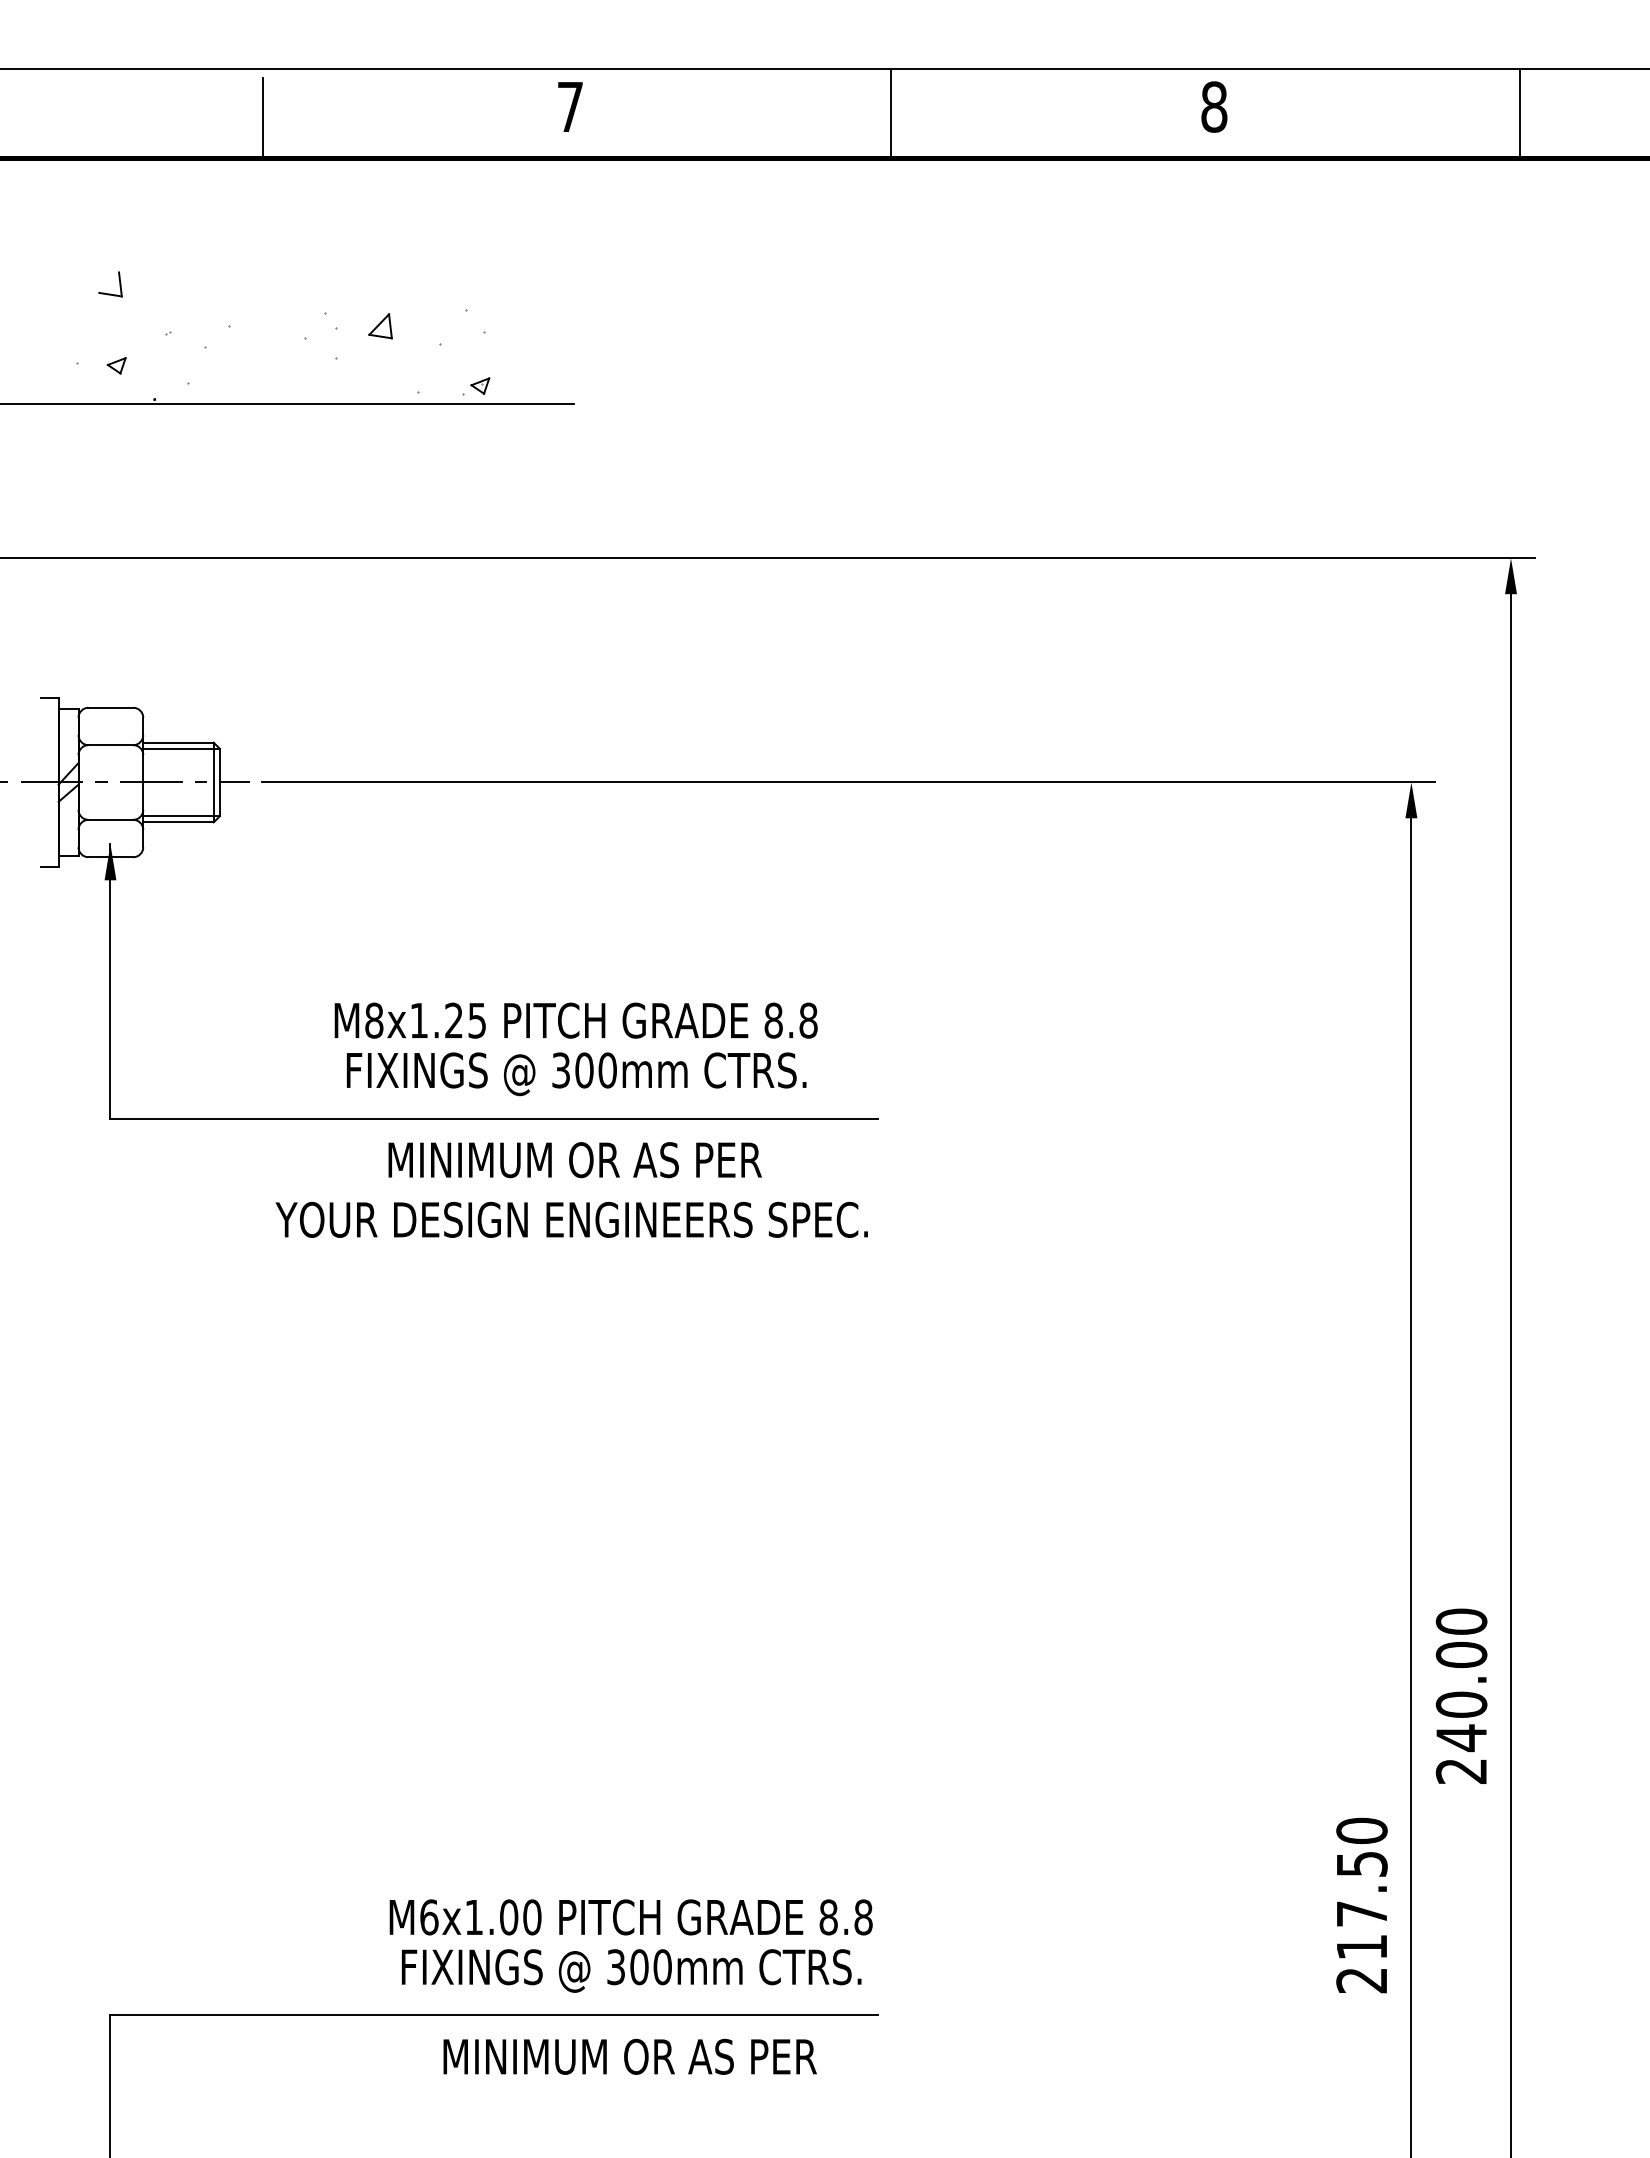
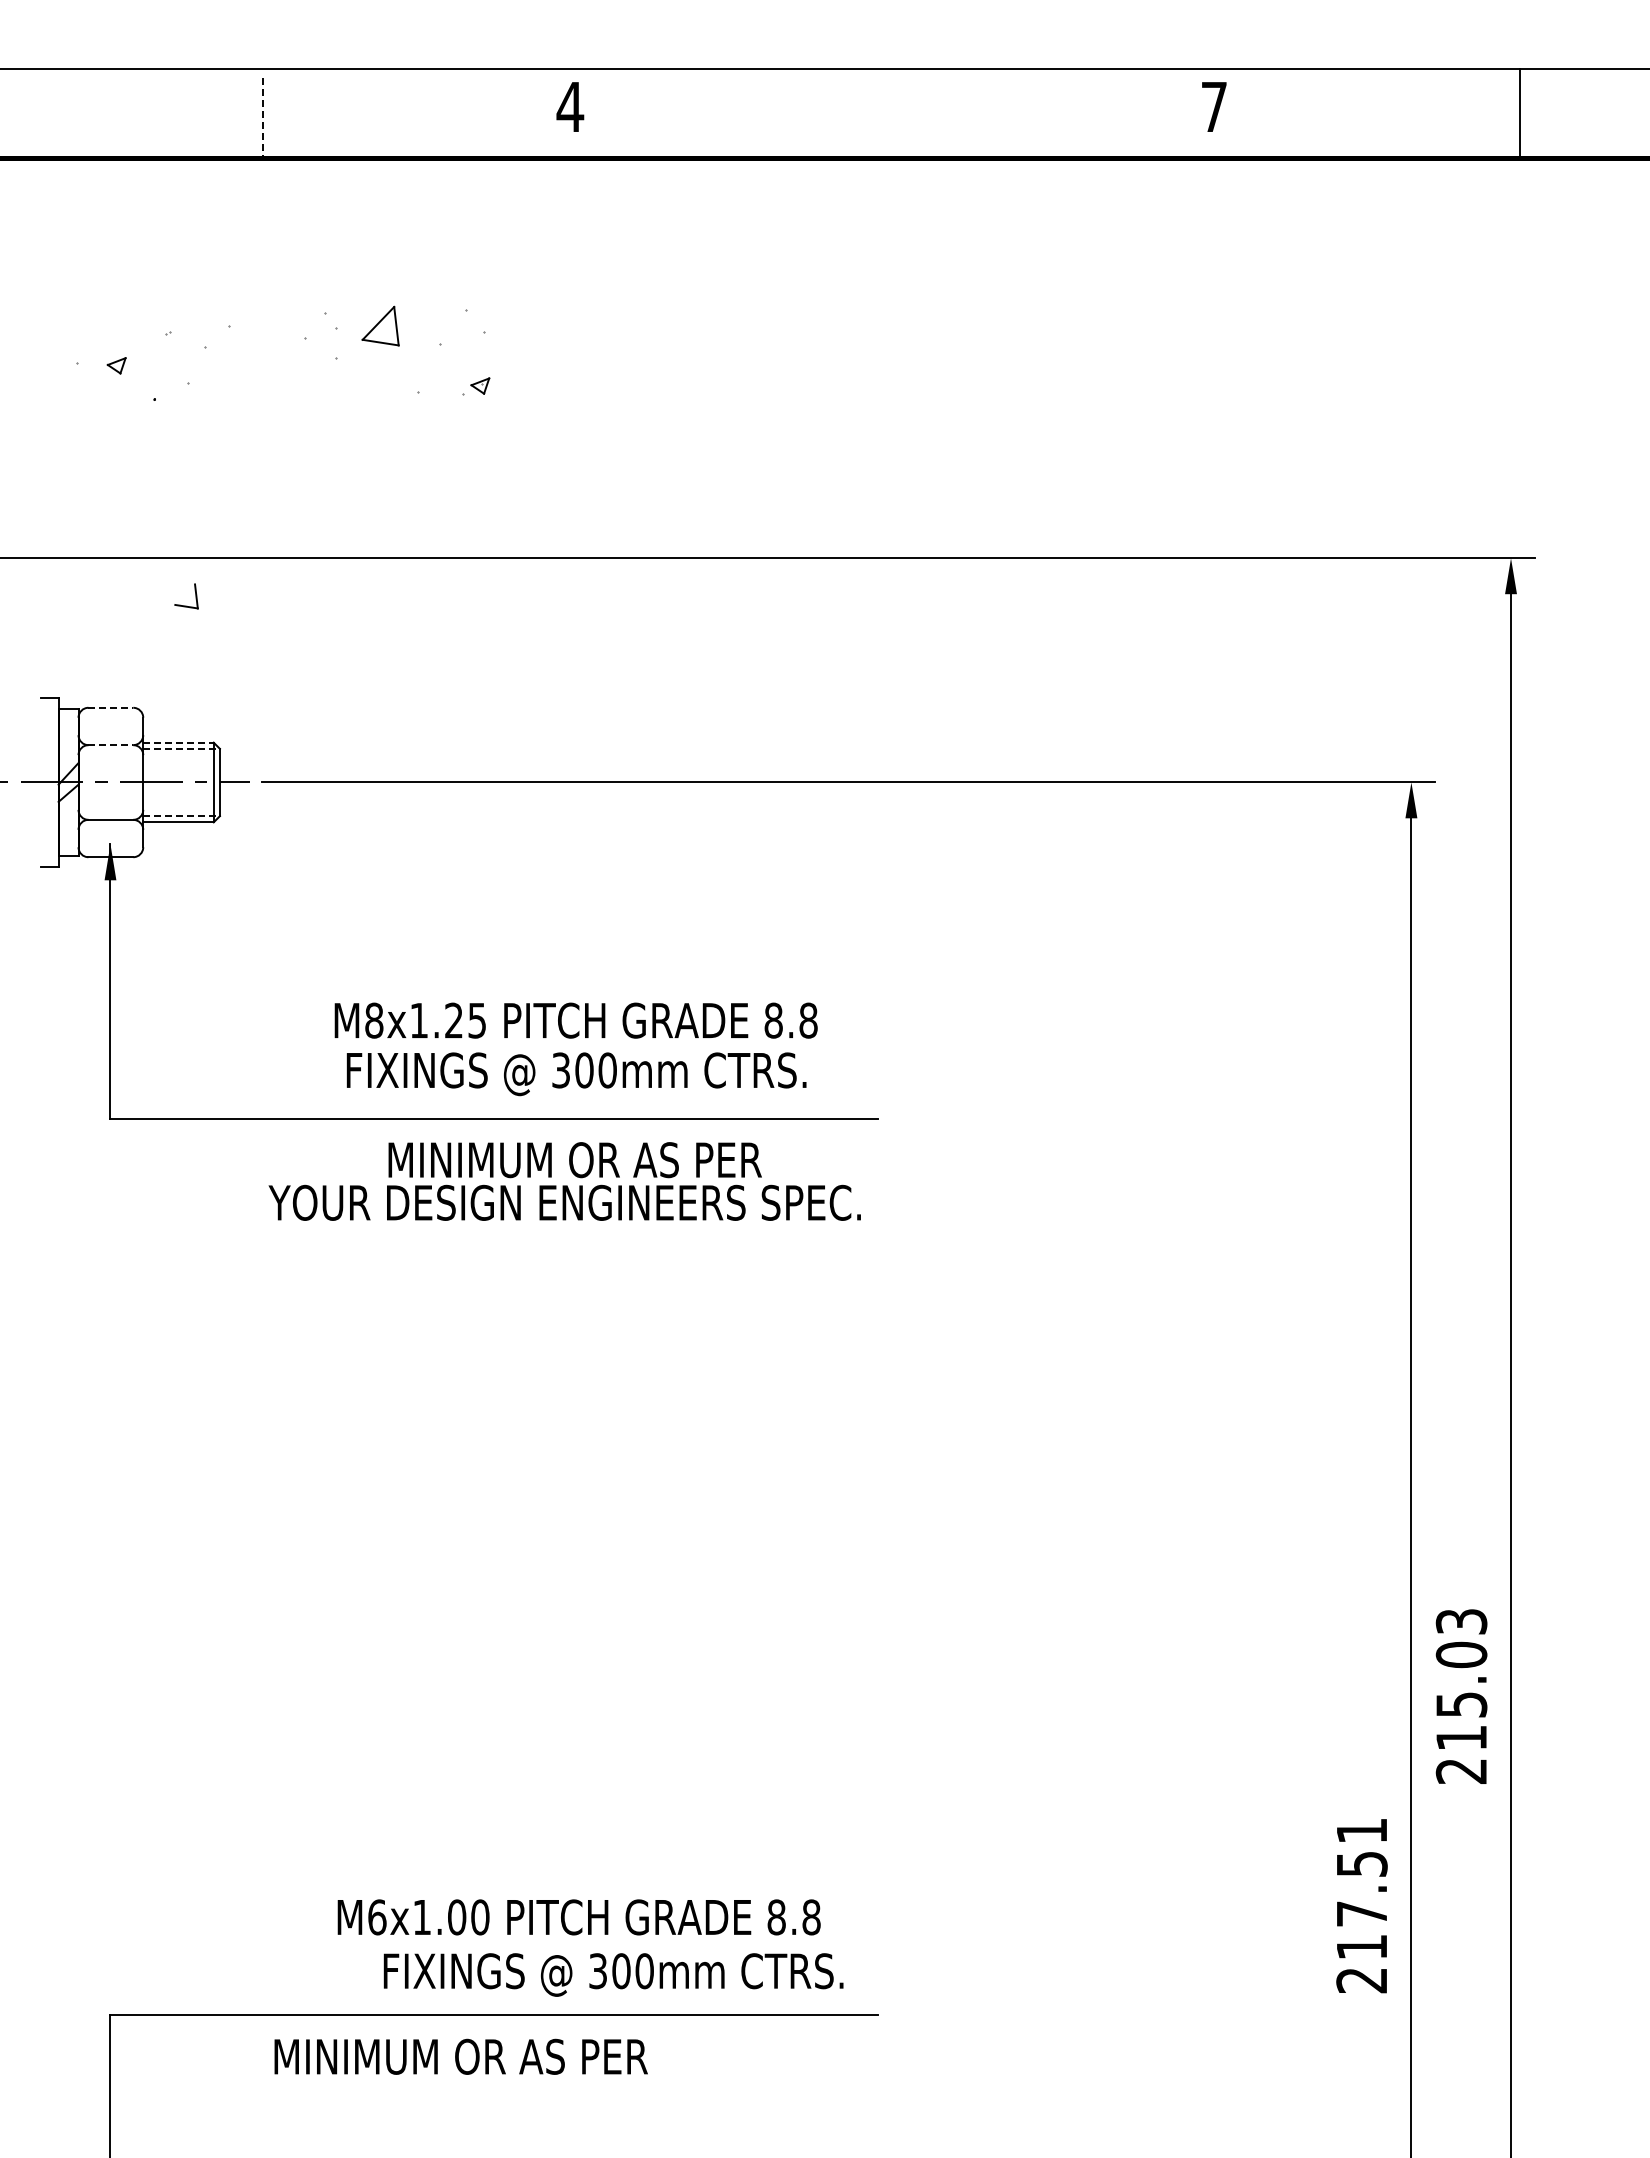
text at (570, 106): 7 -> 4
text at (1214, 106): 8 -> 7
line at (891, 113): present -> none
line at (263, 119): solid -> dashed
part at (119, 284) position: (119, 284) -> (195, 596)
part at (380, 326) size: 25x27 px -> 39x42 px
line at (287, 403): present -> none
line at (111, 707): solid -> dashed
line at (179, 742): solid -> dashed
line at (111, 745): solid -> dashed
line at (182, 748): solid -> dashed
line at (182, 816): solid -> dashed
text at (571, 1219) position: (571, 1219) -> (564, 1202)
text at (1461, 1680): 240.00 -> 215.03
text at (1361, 1830): 217.50 -> 217.51
text at (630, 1917) position: (630, 1917) -> (578, 1917)
text at (631, 1970) position: (631, 1970) -> (613, 1974)
text at (629, 2056) position: (629, 2056) -> (460, 2056)
